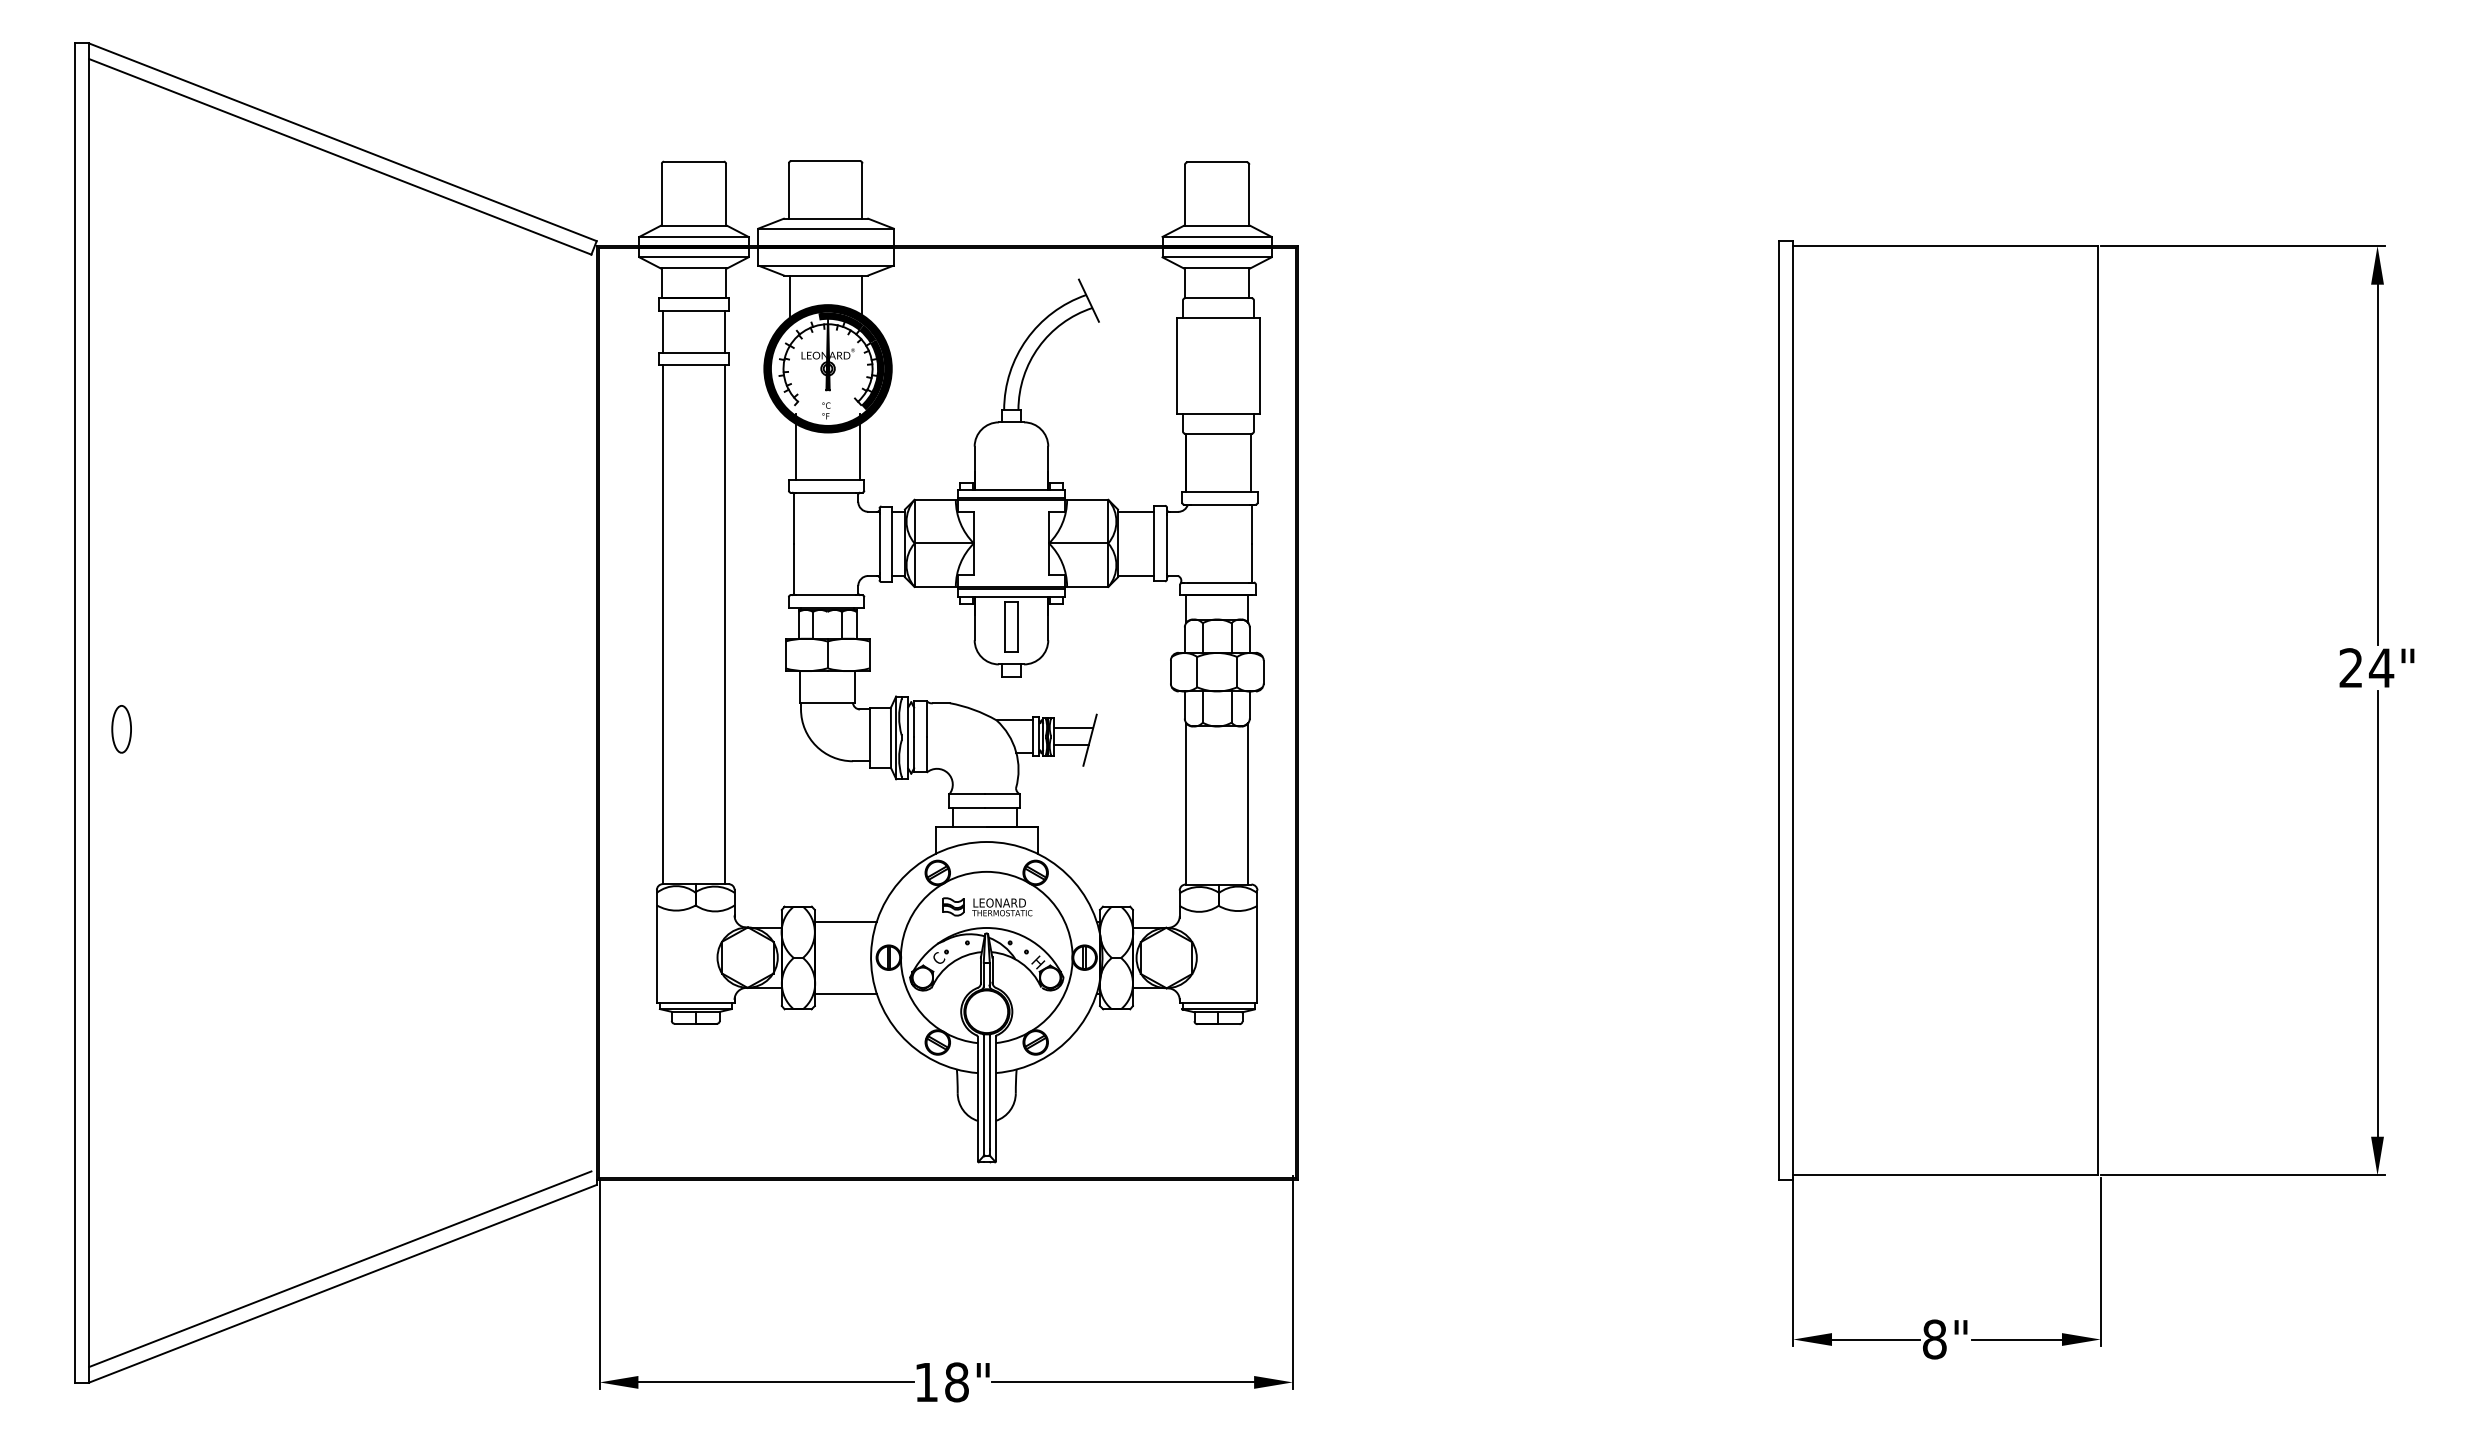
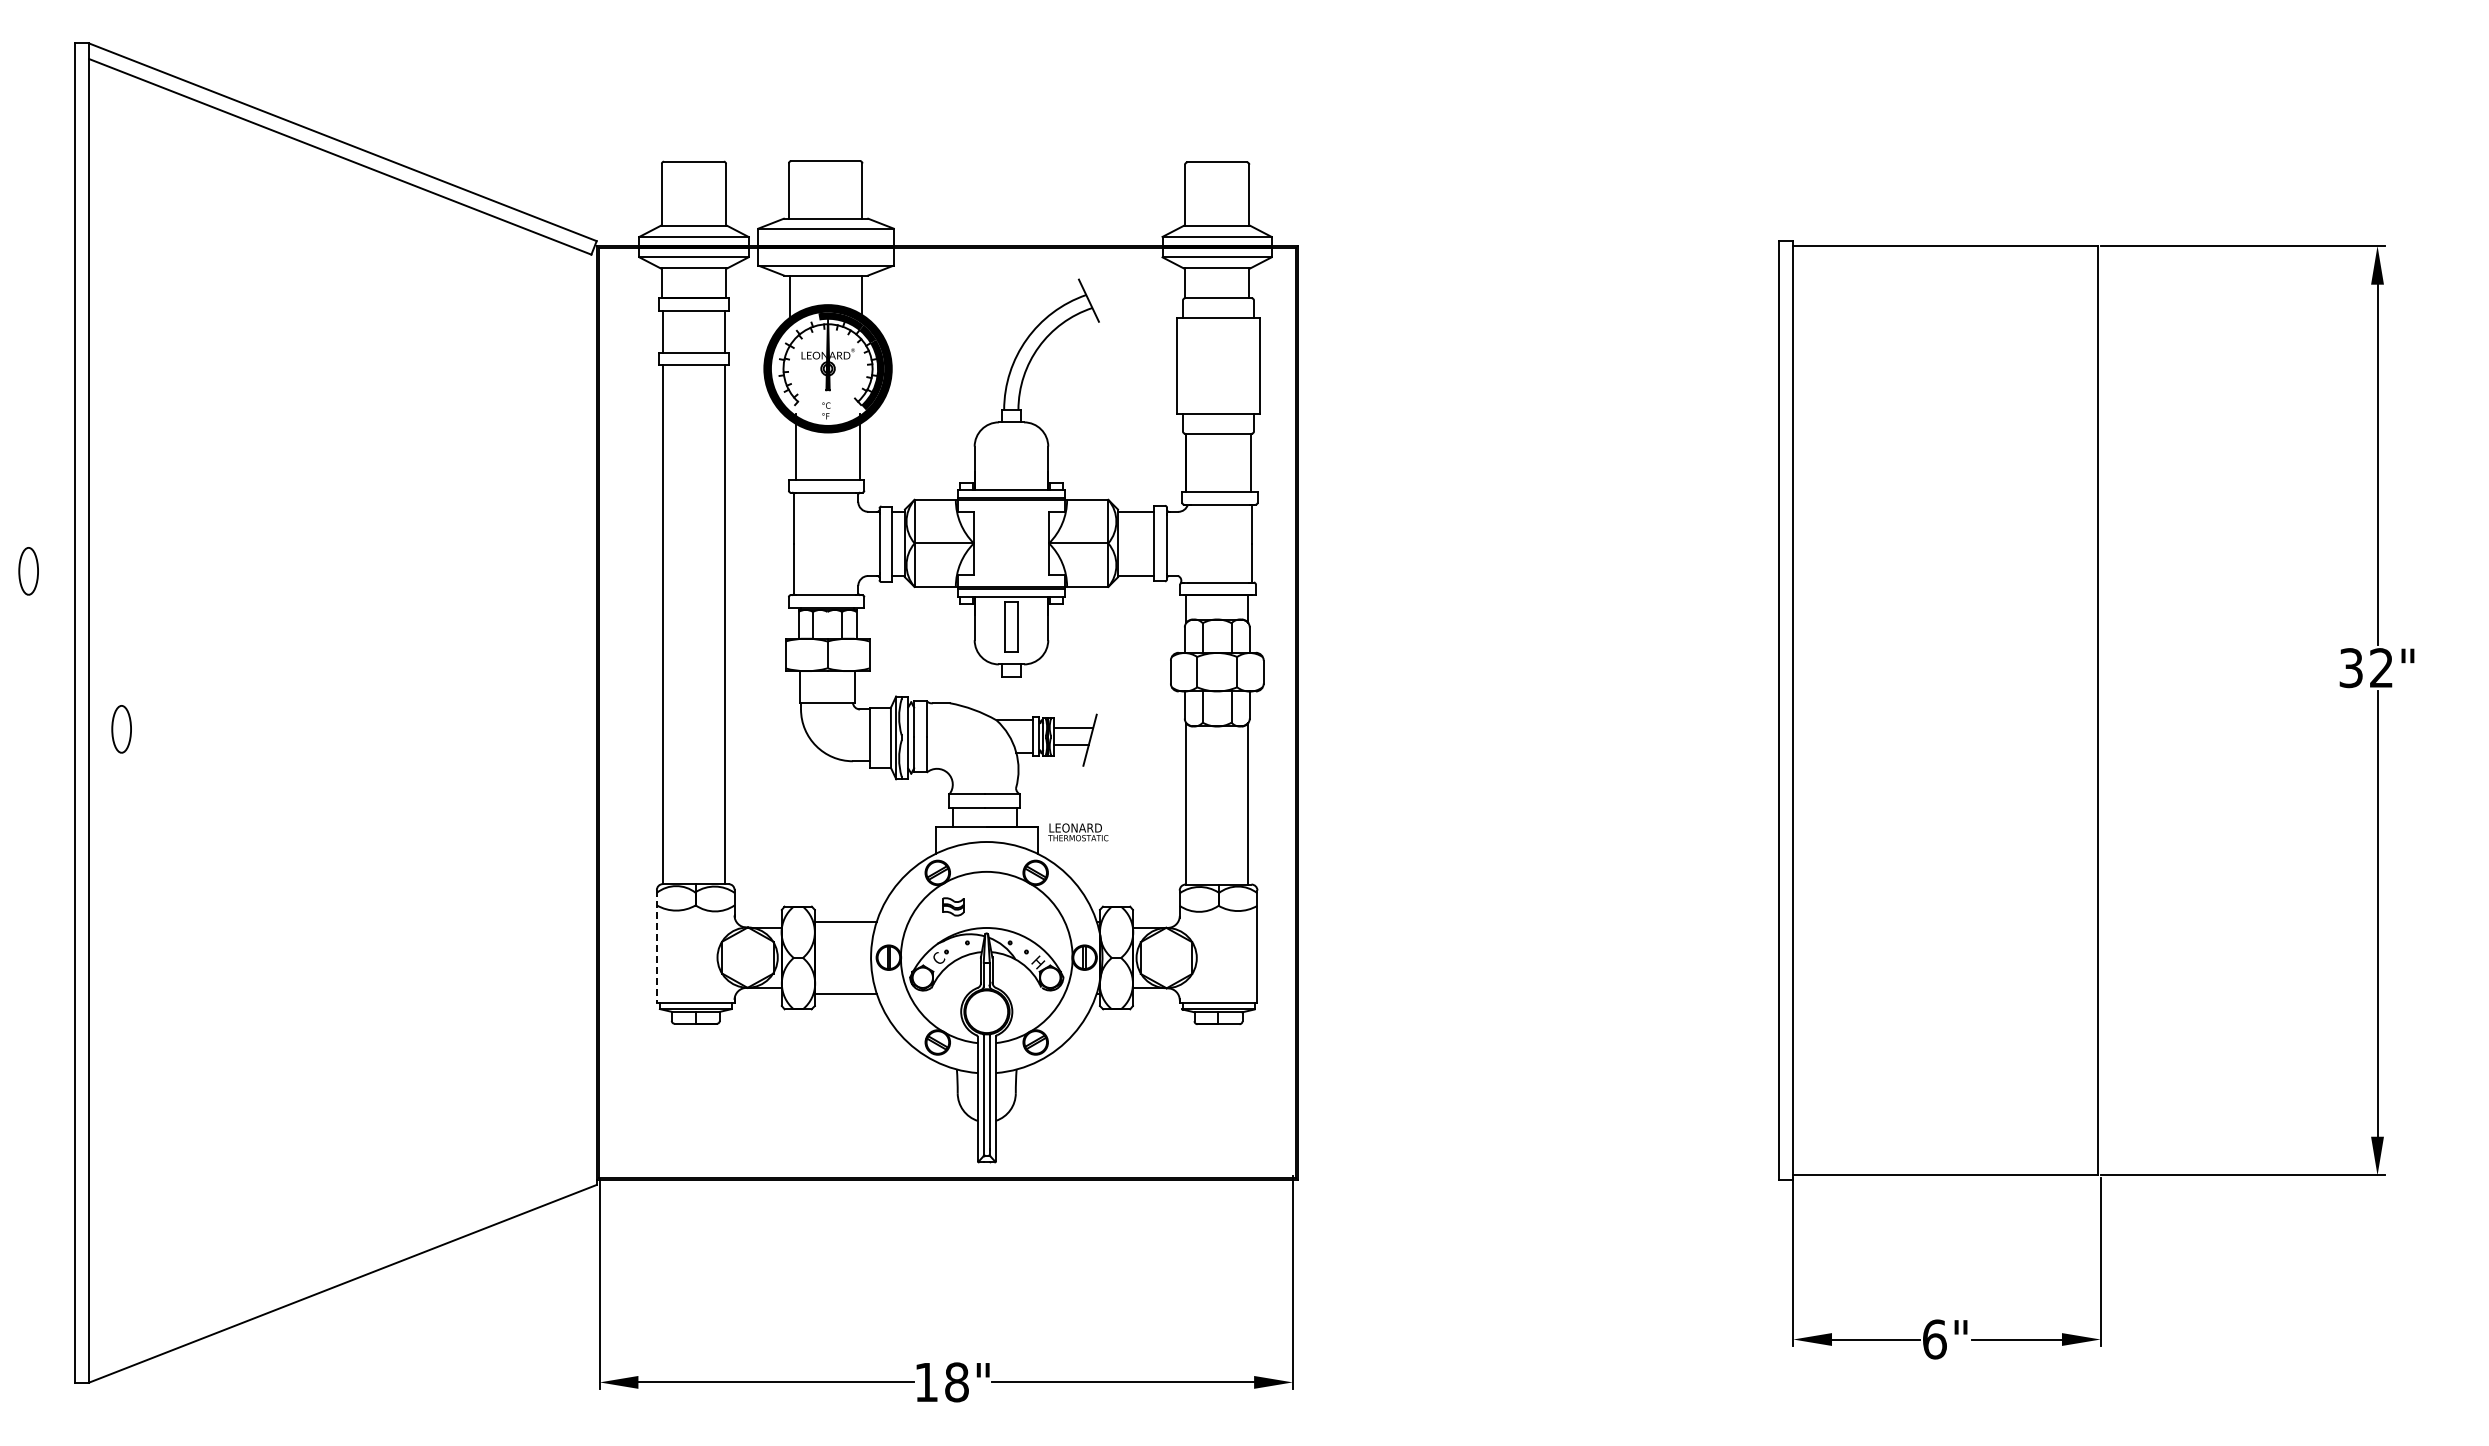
part at (28, 571): none -> present
text at (2366, 668): 24" -> 32"
text at (1002, 907) position: (1002, 907) -> (1078, 832)
line at (656, 947): solid -> dashed
line at (340, 1269): present -> none
text at (1934, 1339): 8" -> 6"
